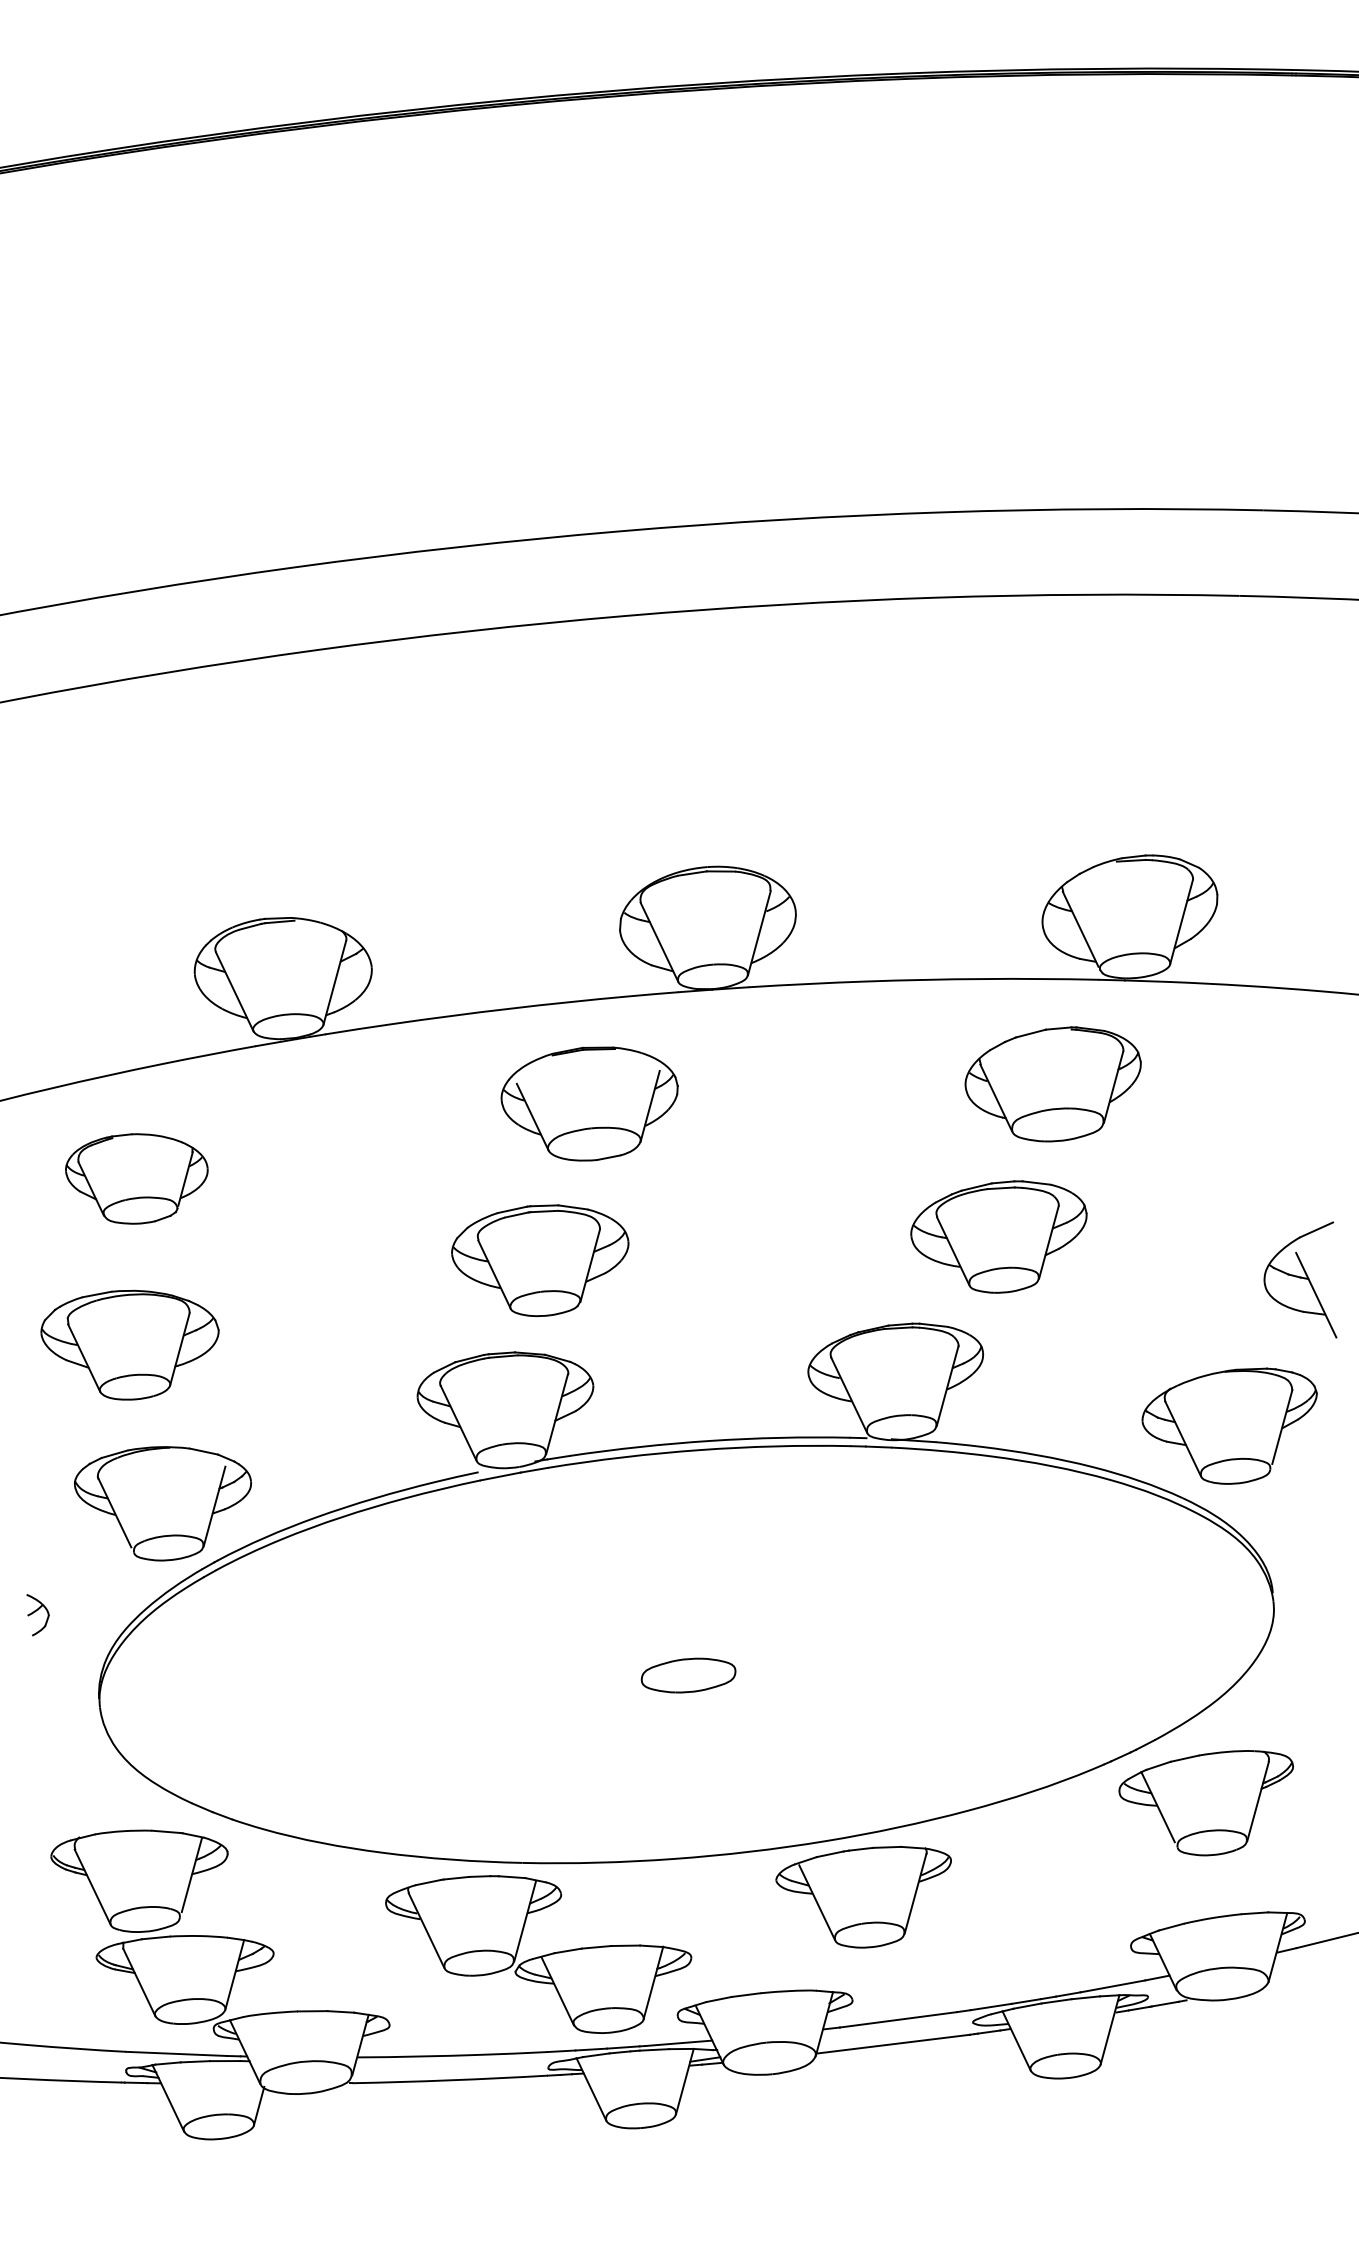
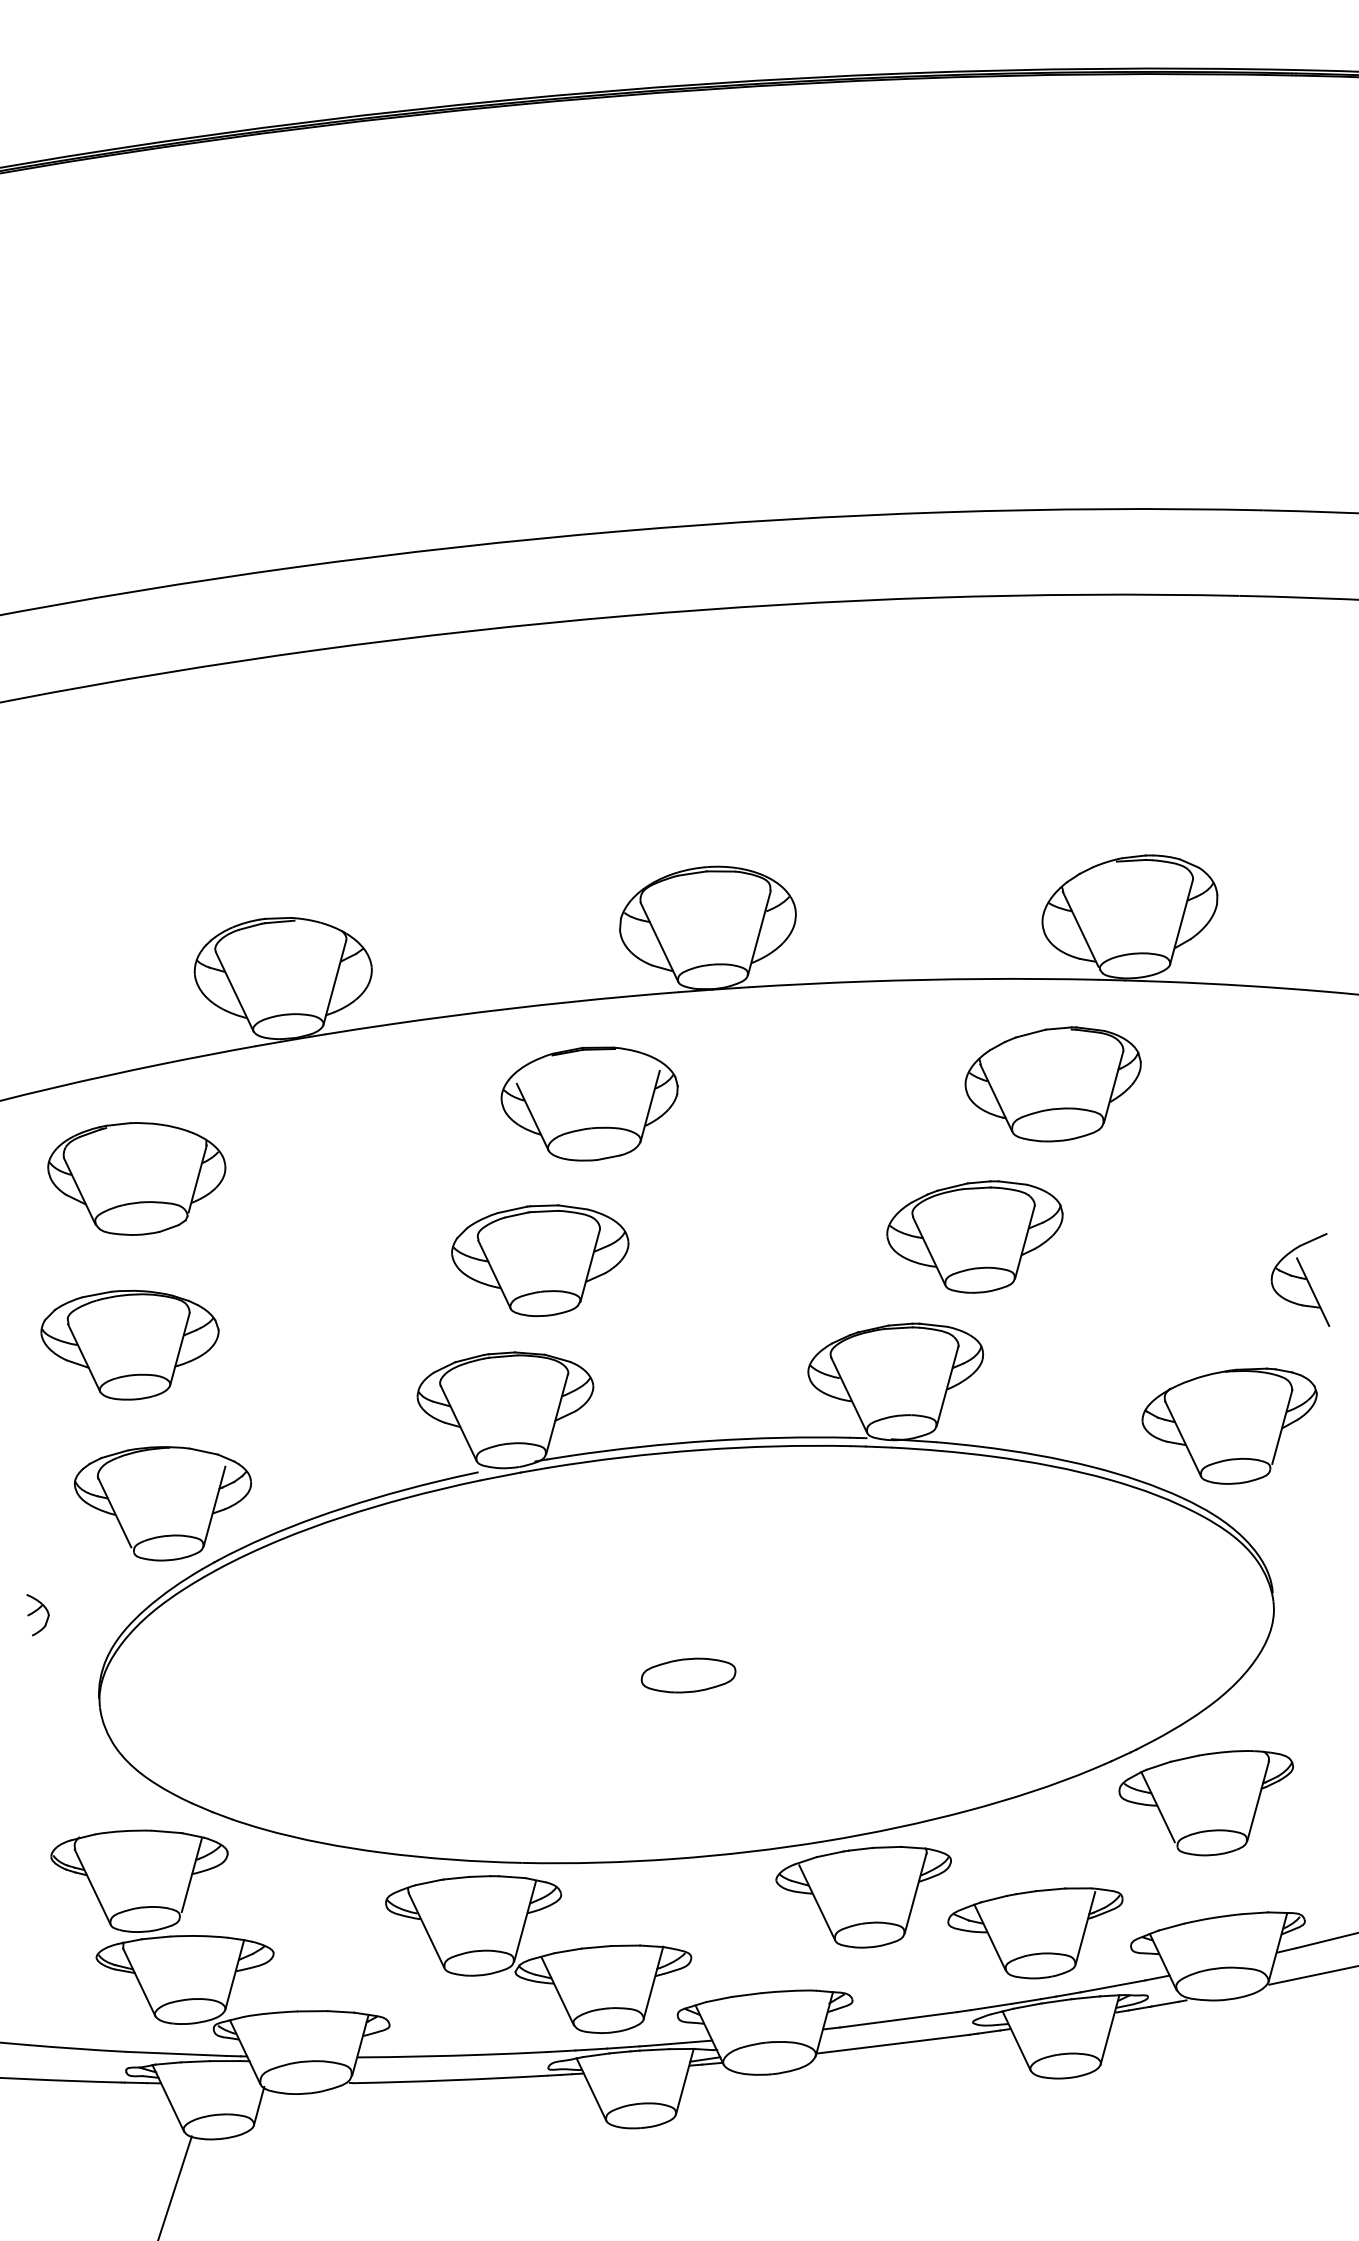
part at (136, 1178) size: 144x92 px -> 180x114 px
part at (998, 1236) position: (998, 1236) -> (974, 1236)
part at (1300, 1279) size: 75x118 px -> 61x94 px
part at (1035, 1933): none -> present
line at (1312, 1975): none -> present
line at (175, 2186): none -> present
